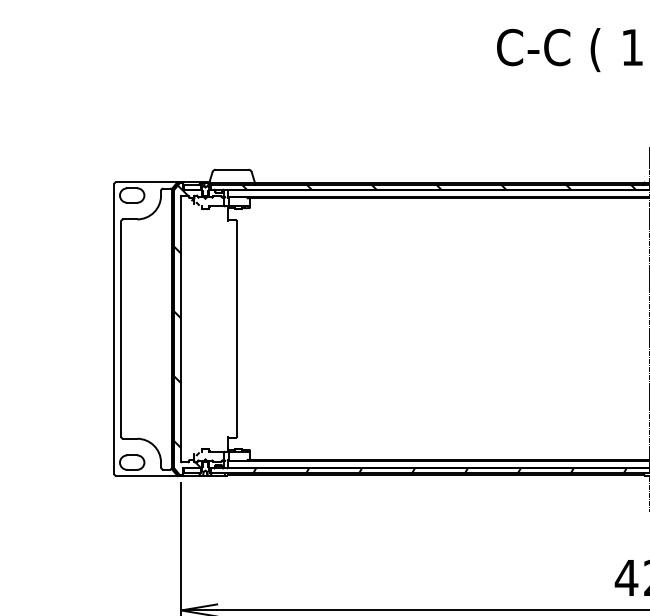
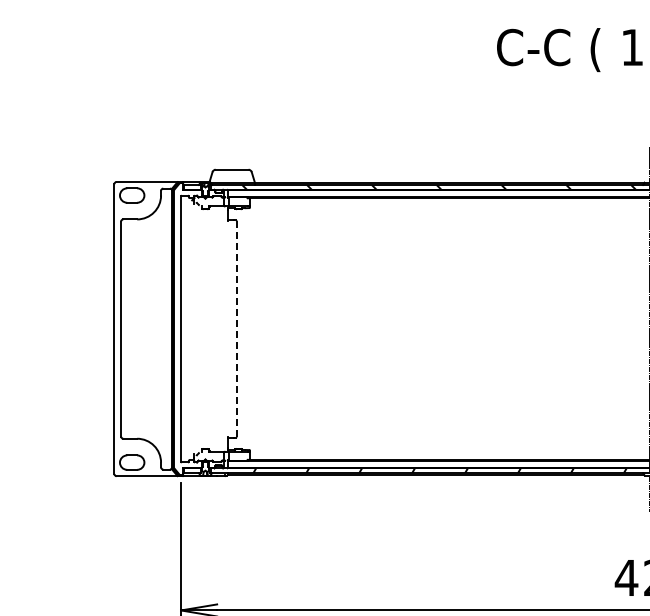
hatch at (187, 326): present -> none
line at (236, 328): solid -> dashed
